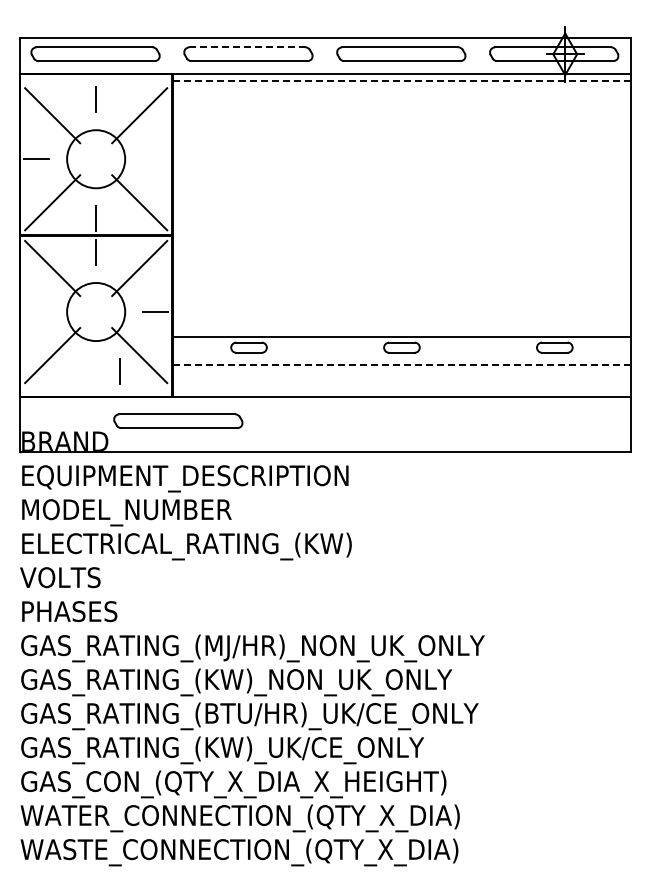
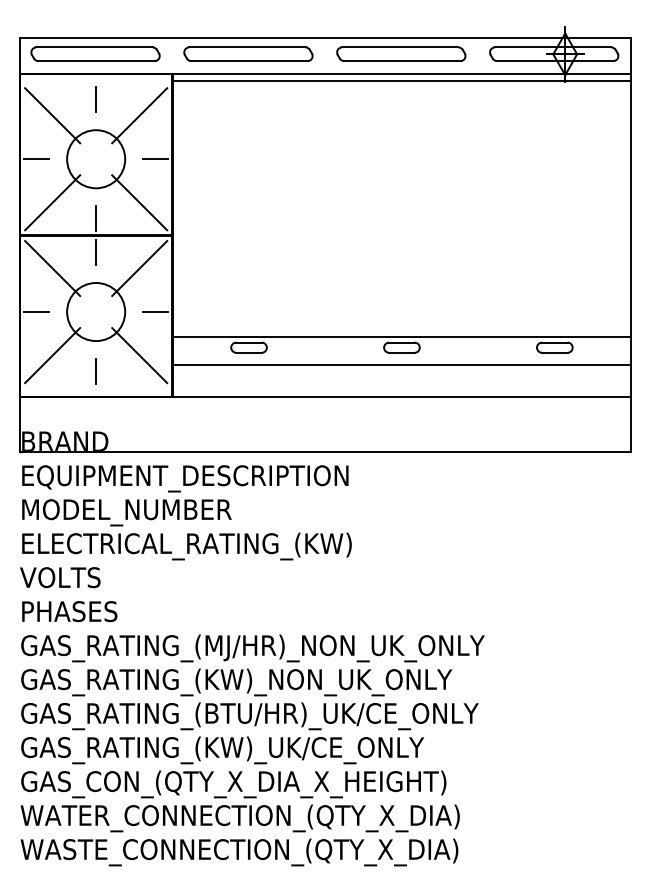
line at (247, 47): dashed -> solid
line at (401, 80): dashed -> solid
line at (155, 159): none -> present
line at (36, 312): none -> present
line at (402, 364): dashed -> solid
line at (119, 371) position: (119, 371) -> (95, 371)
part at (178, 420): present -> none
